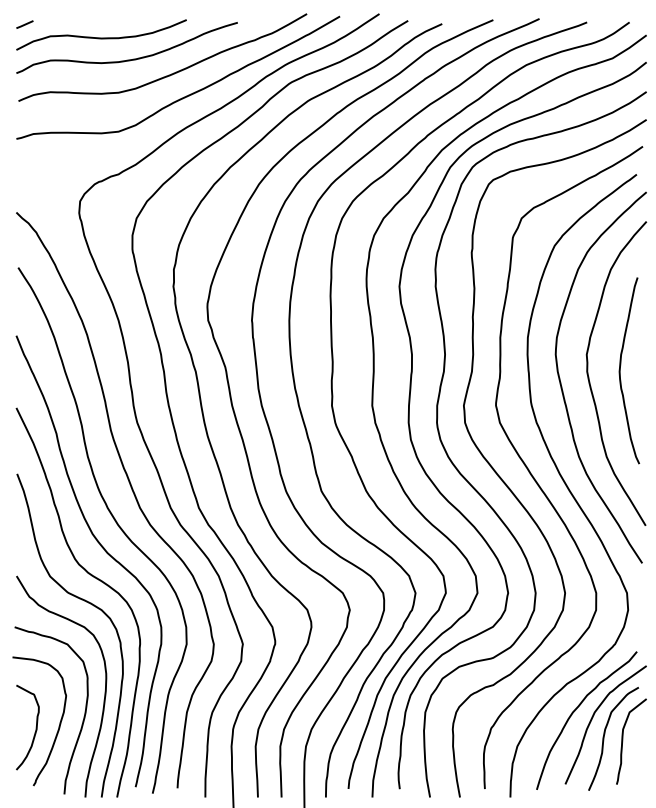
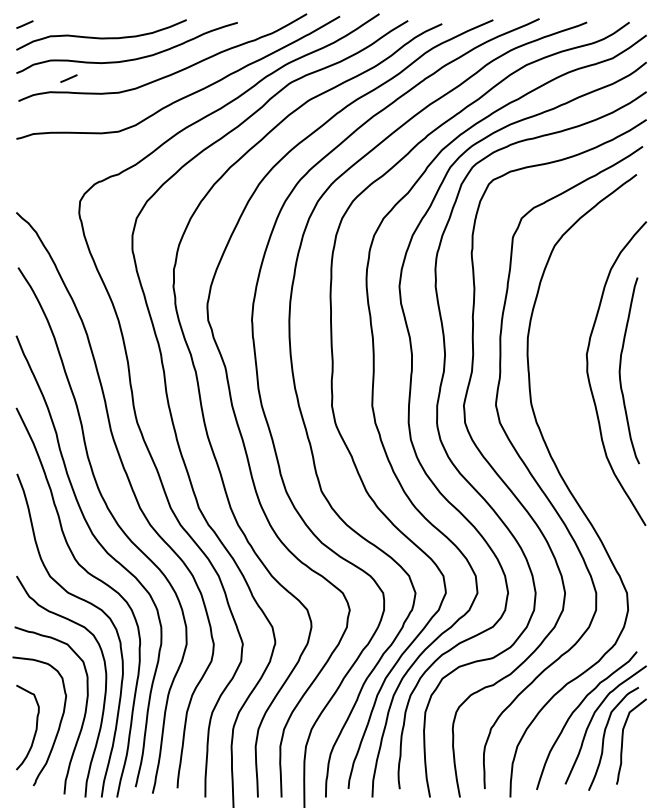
line at (68, 78): none -> present
curve at (562, 386): present -> none
